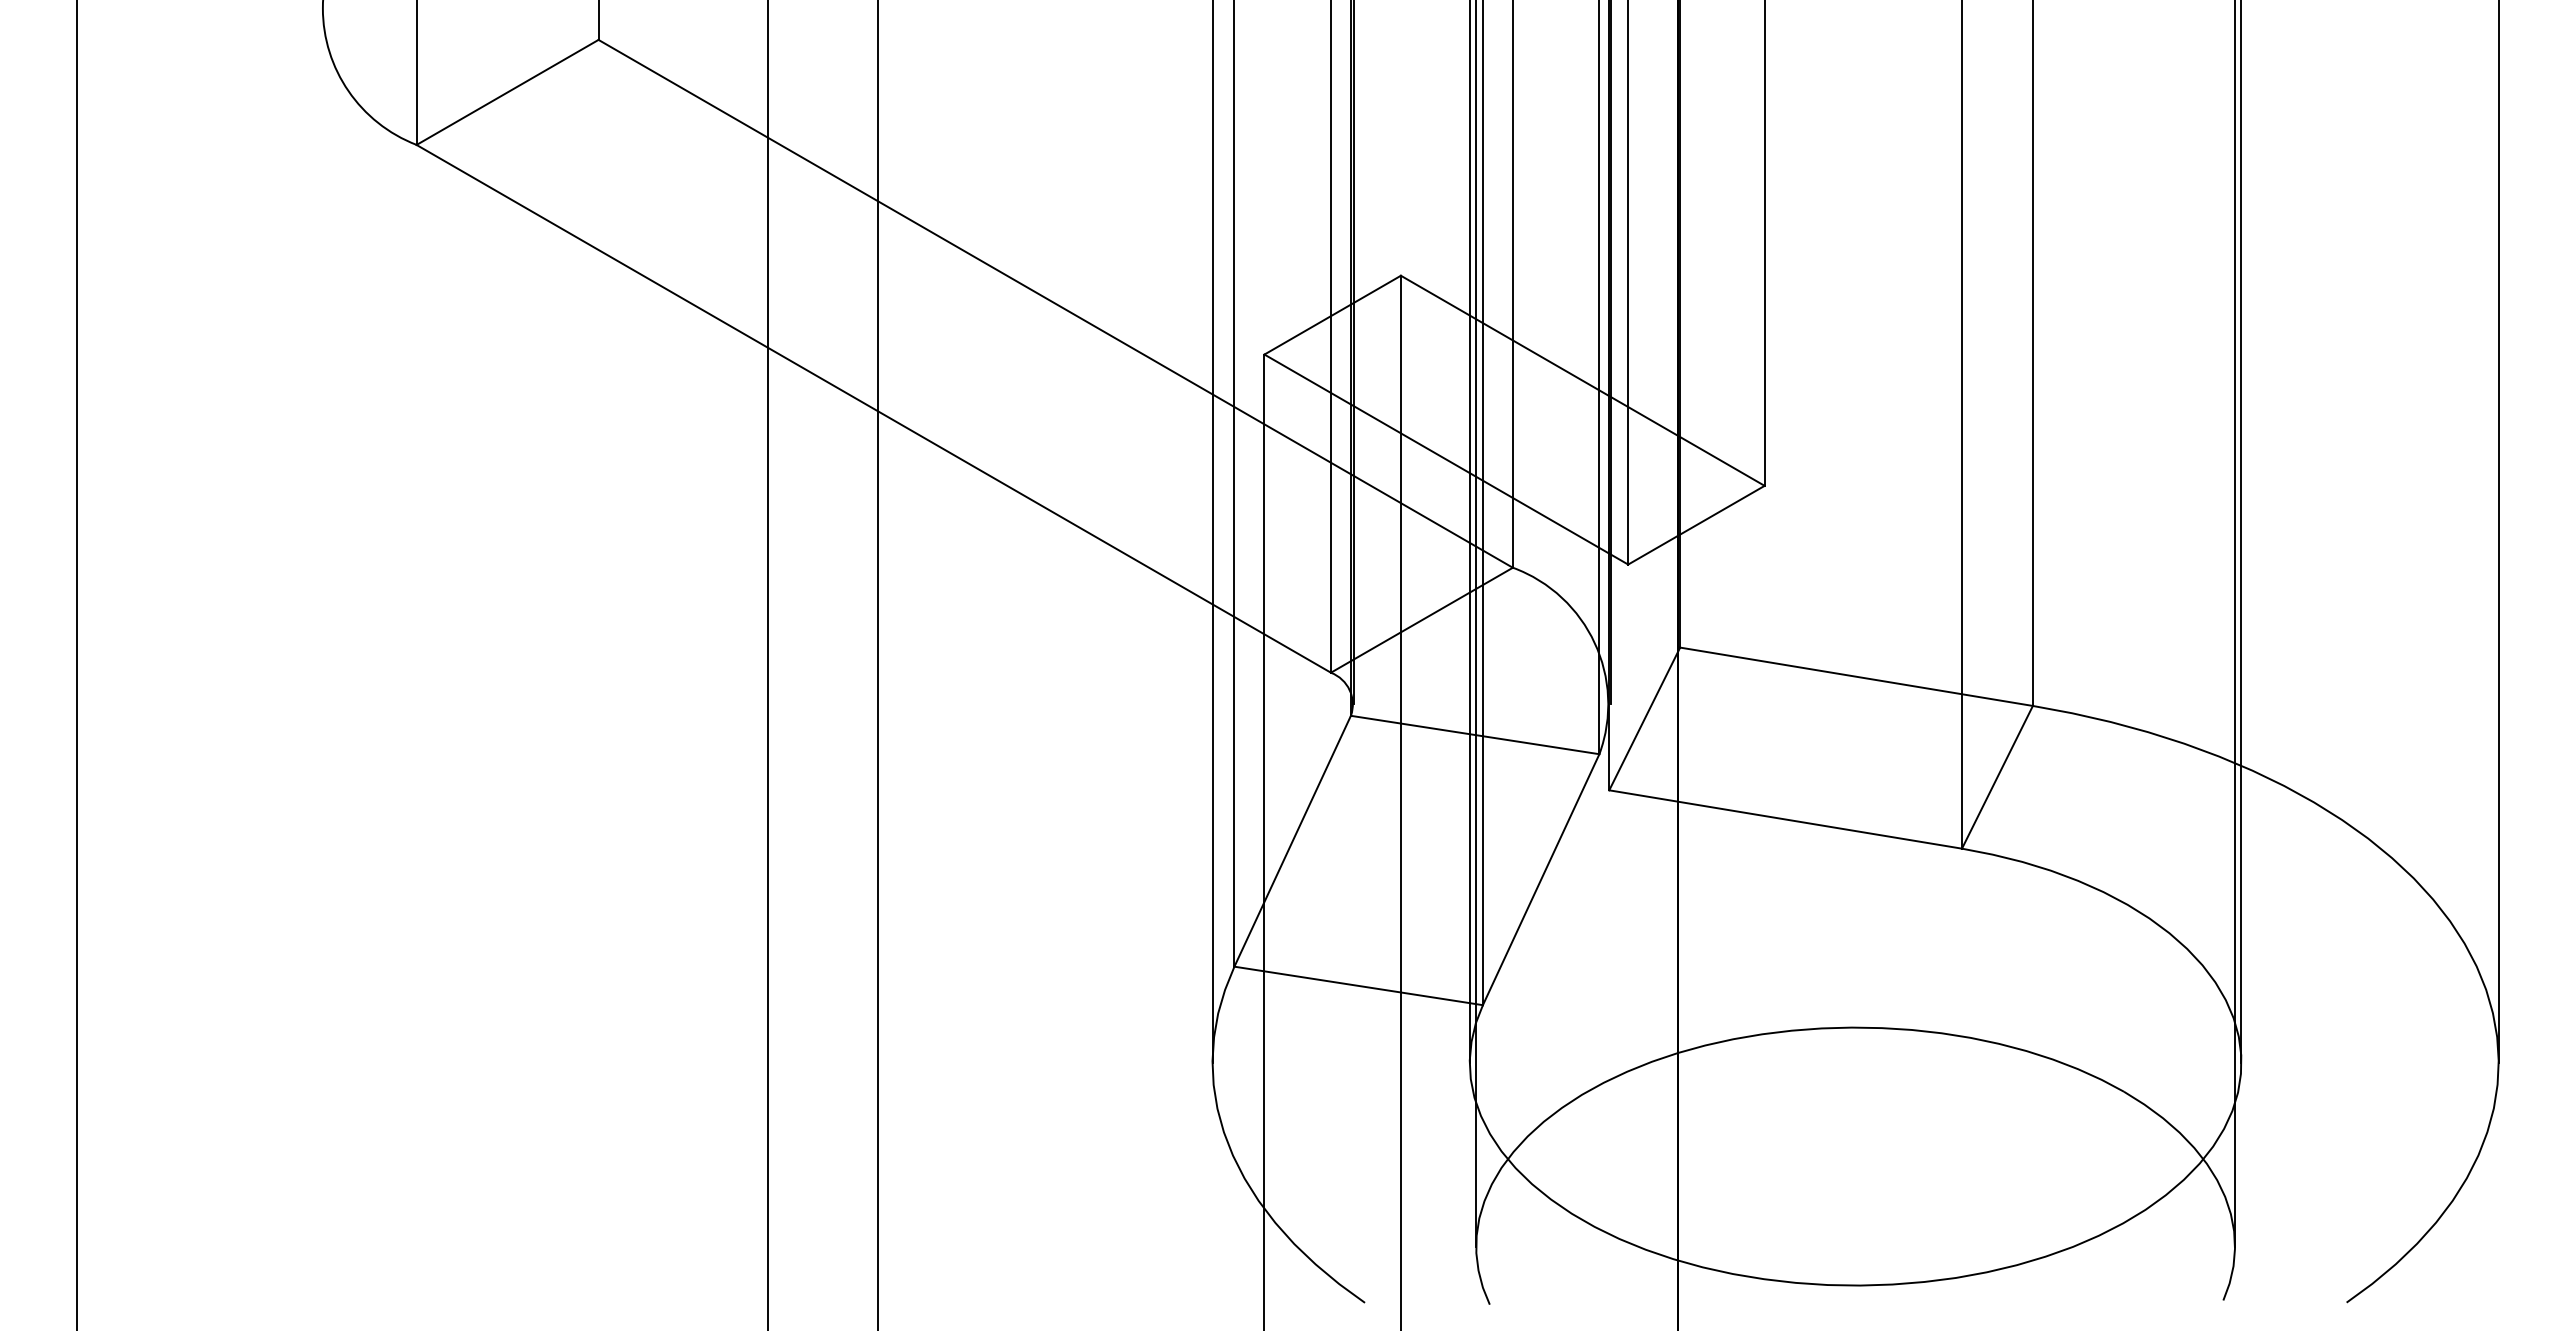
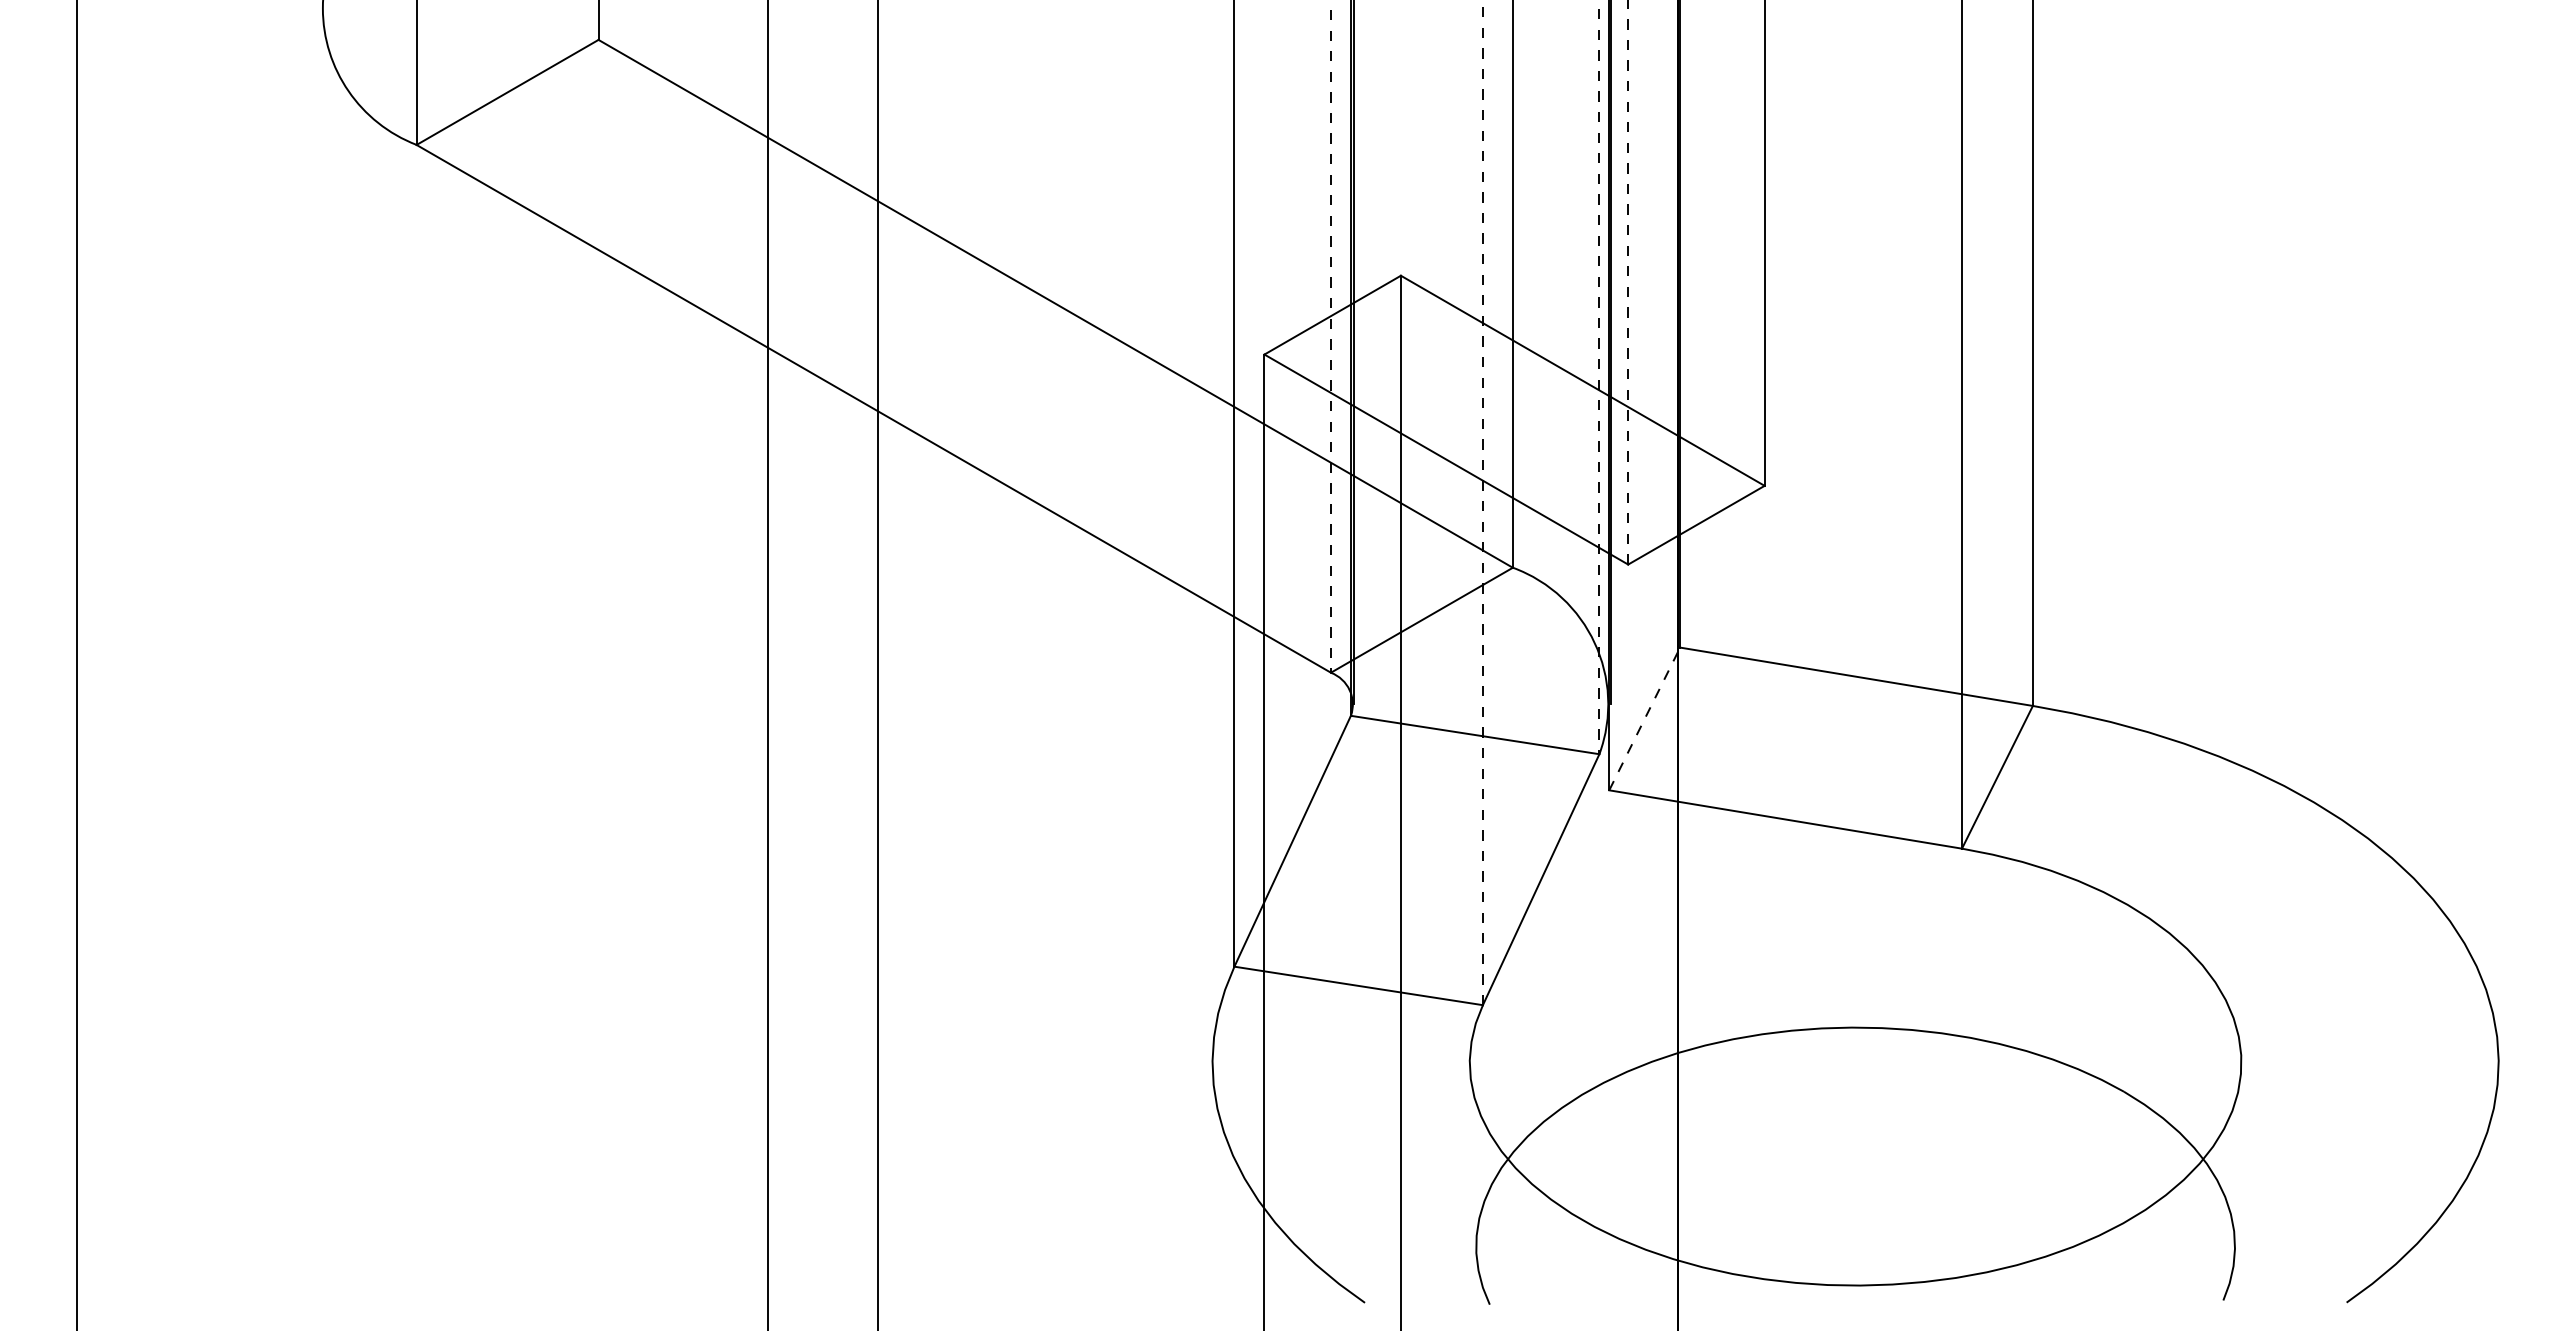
line at (1628, 282): solid -> dashed
line at (1330, 336): solid -> dashed
line at (1599, 377): solid -> dashed
line at (1482, 502): solid -> dashed
line at (1212, 532): present -> none
line at (1469, 532): present -> none
line at (2241, 532): present -> none
line at (2498, 532): present -> none
line at (1476, 624): present -> none
line at (2235, 624): present -> none
line at (1644, 718): solid -> dashed
